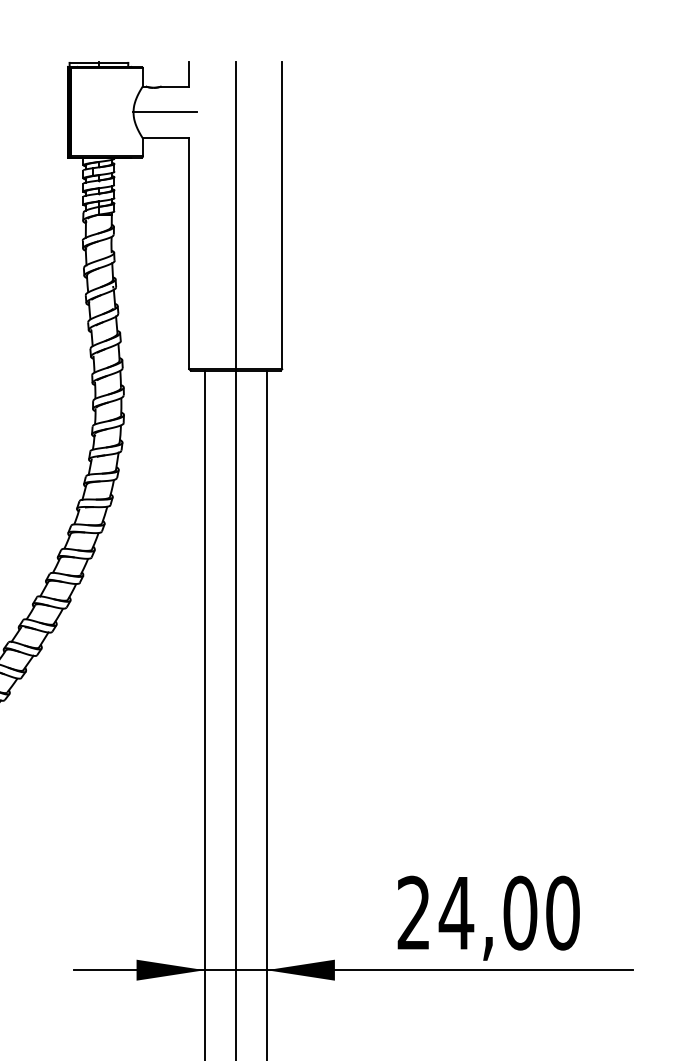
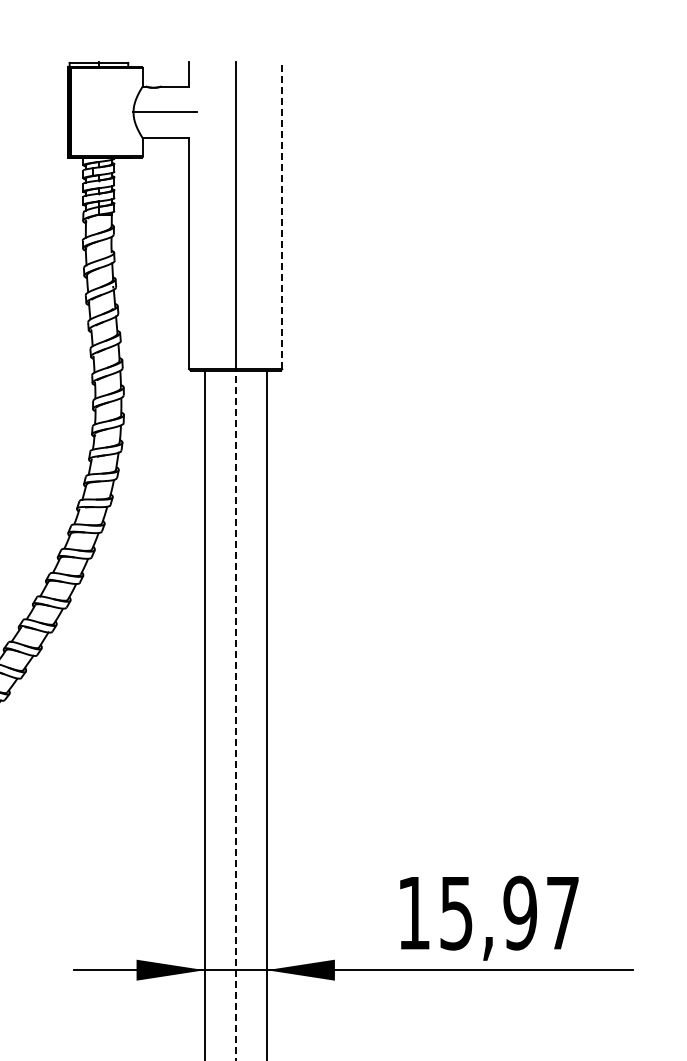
line at (282, 215): solid -> dashed
line at (235, 715): solid -> dashed
text at (488, 912): 24,00 -> 15,97
